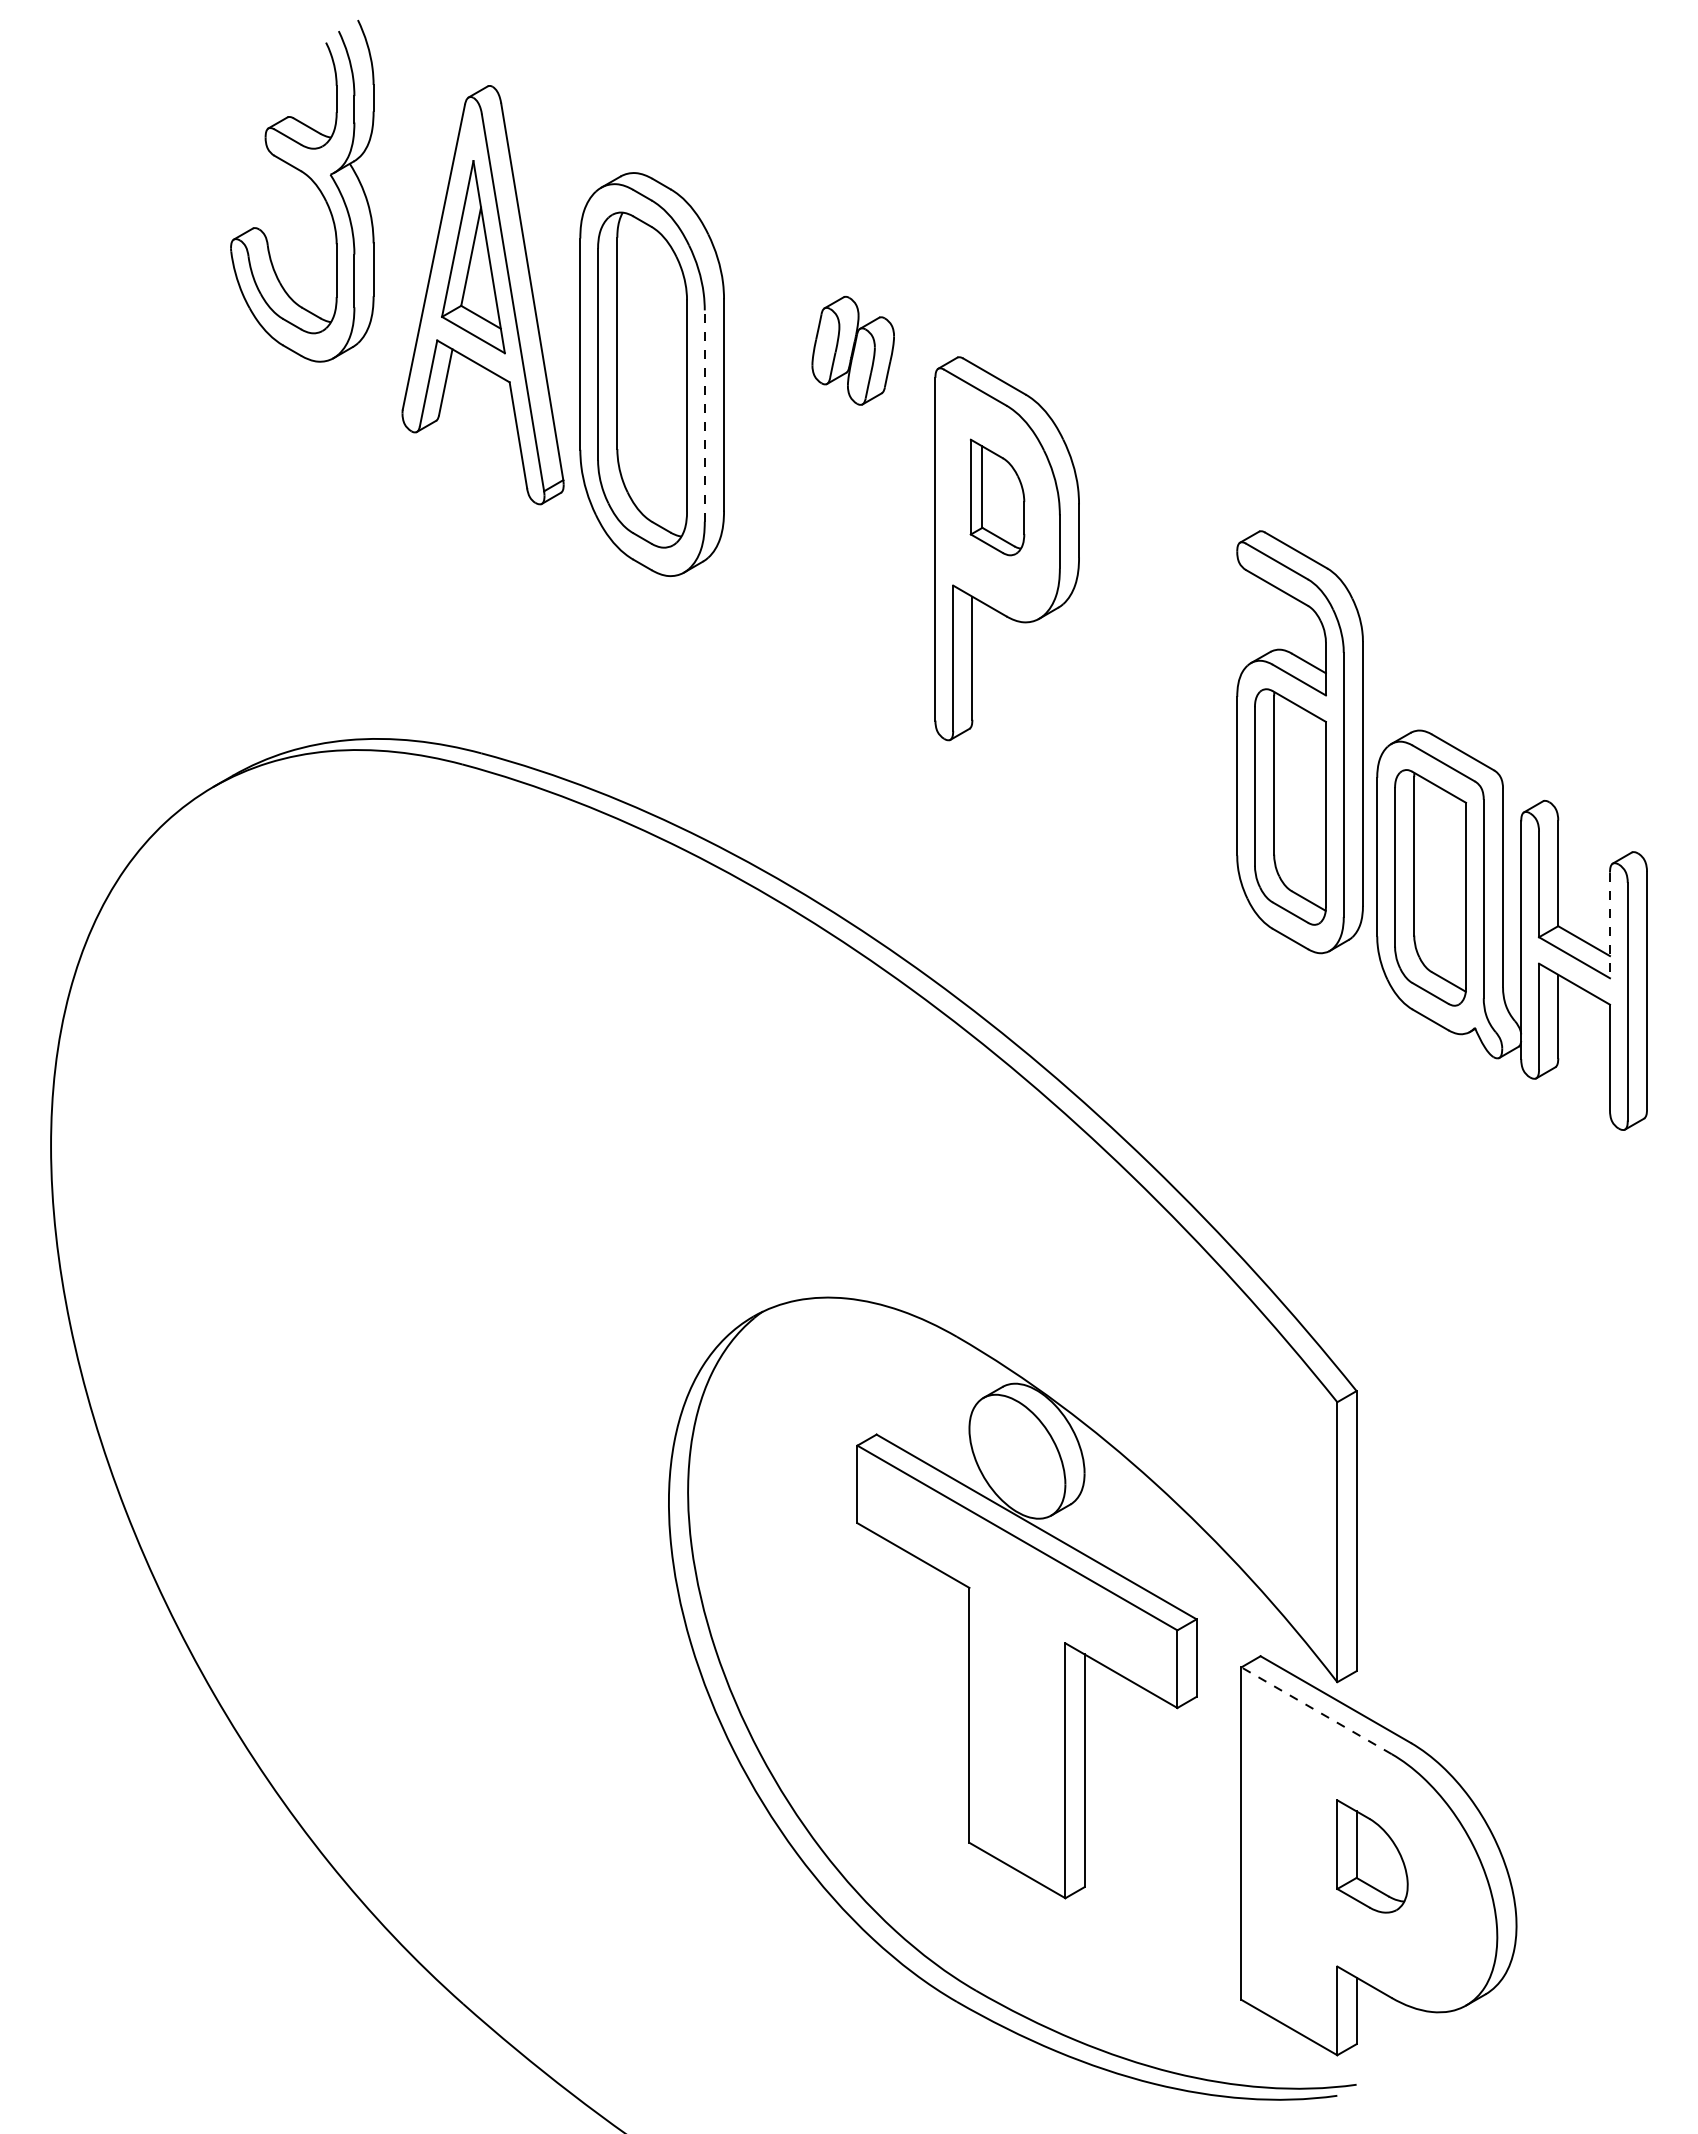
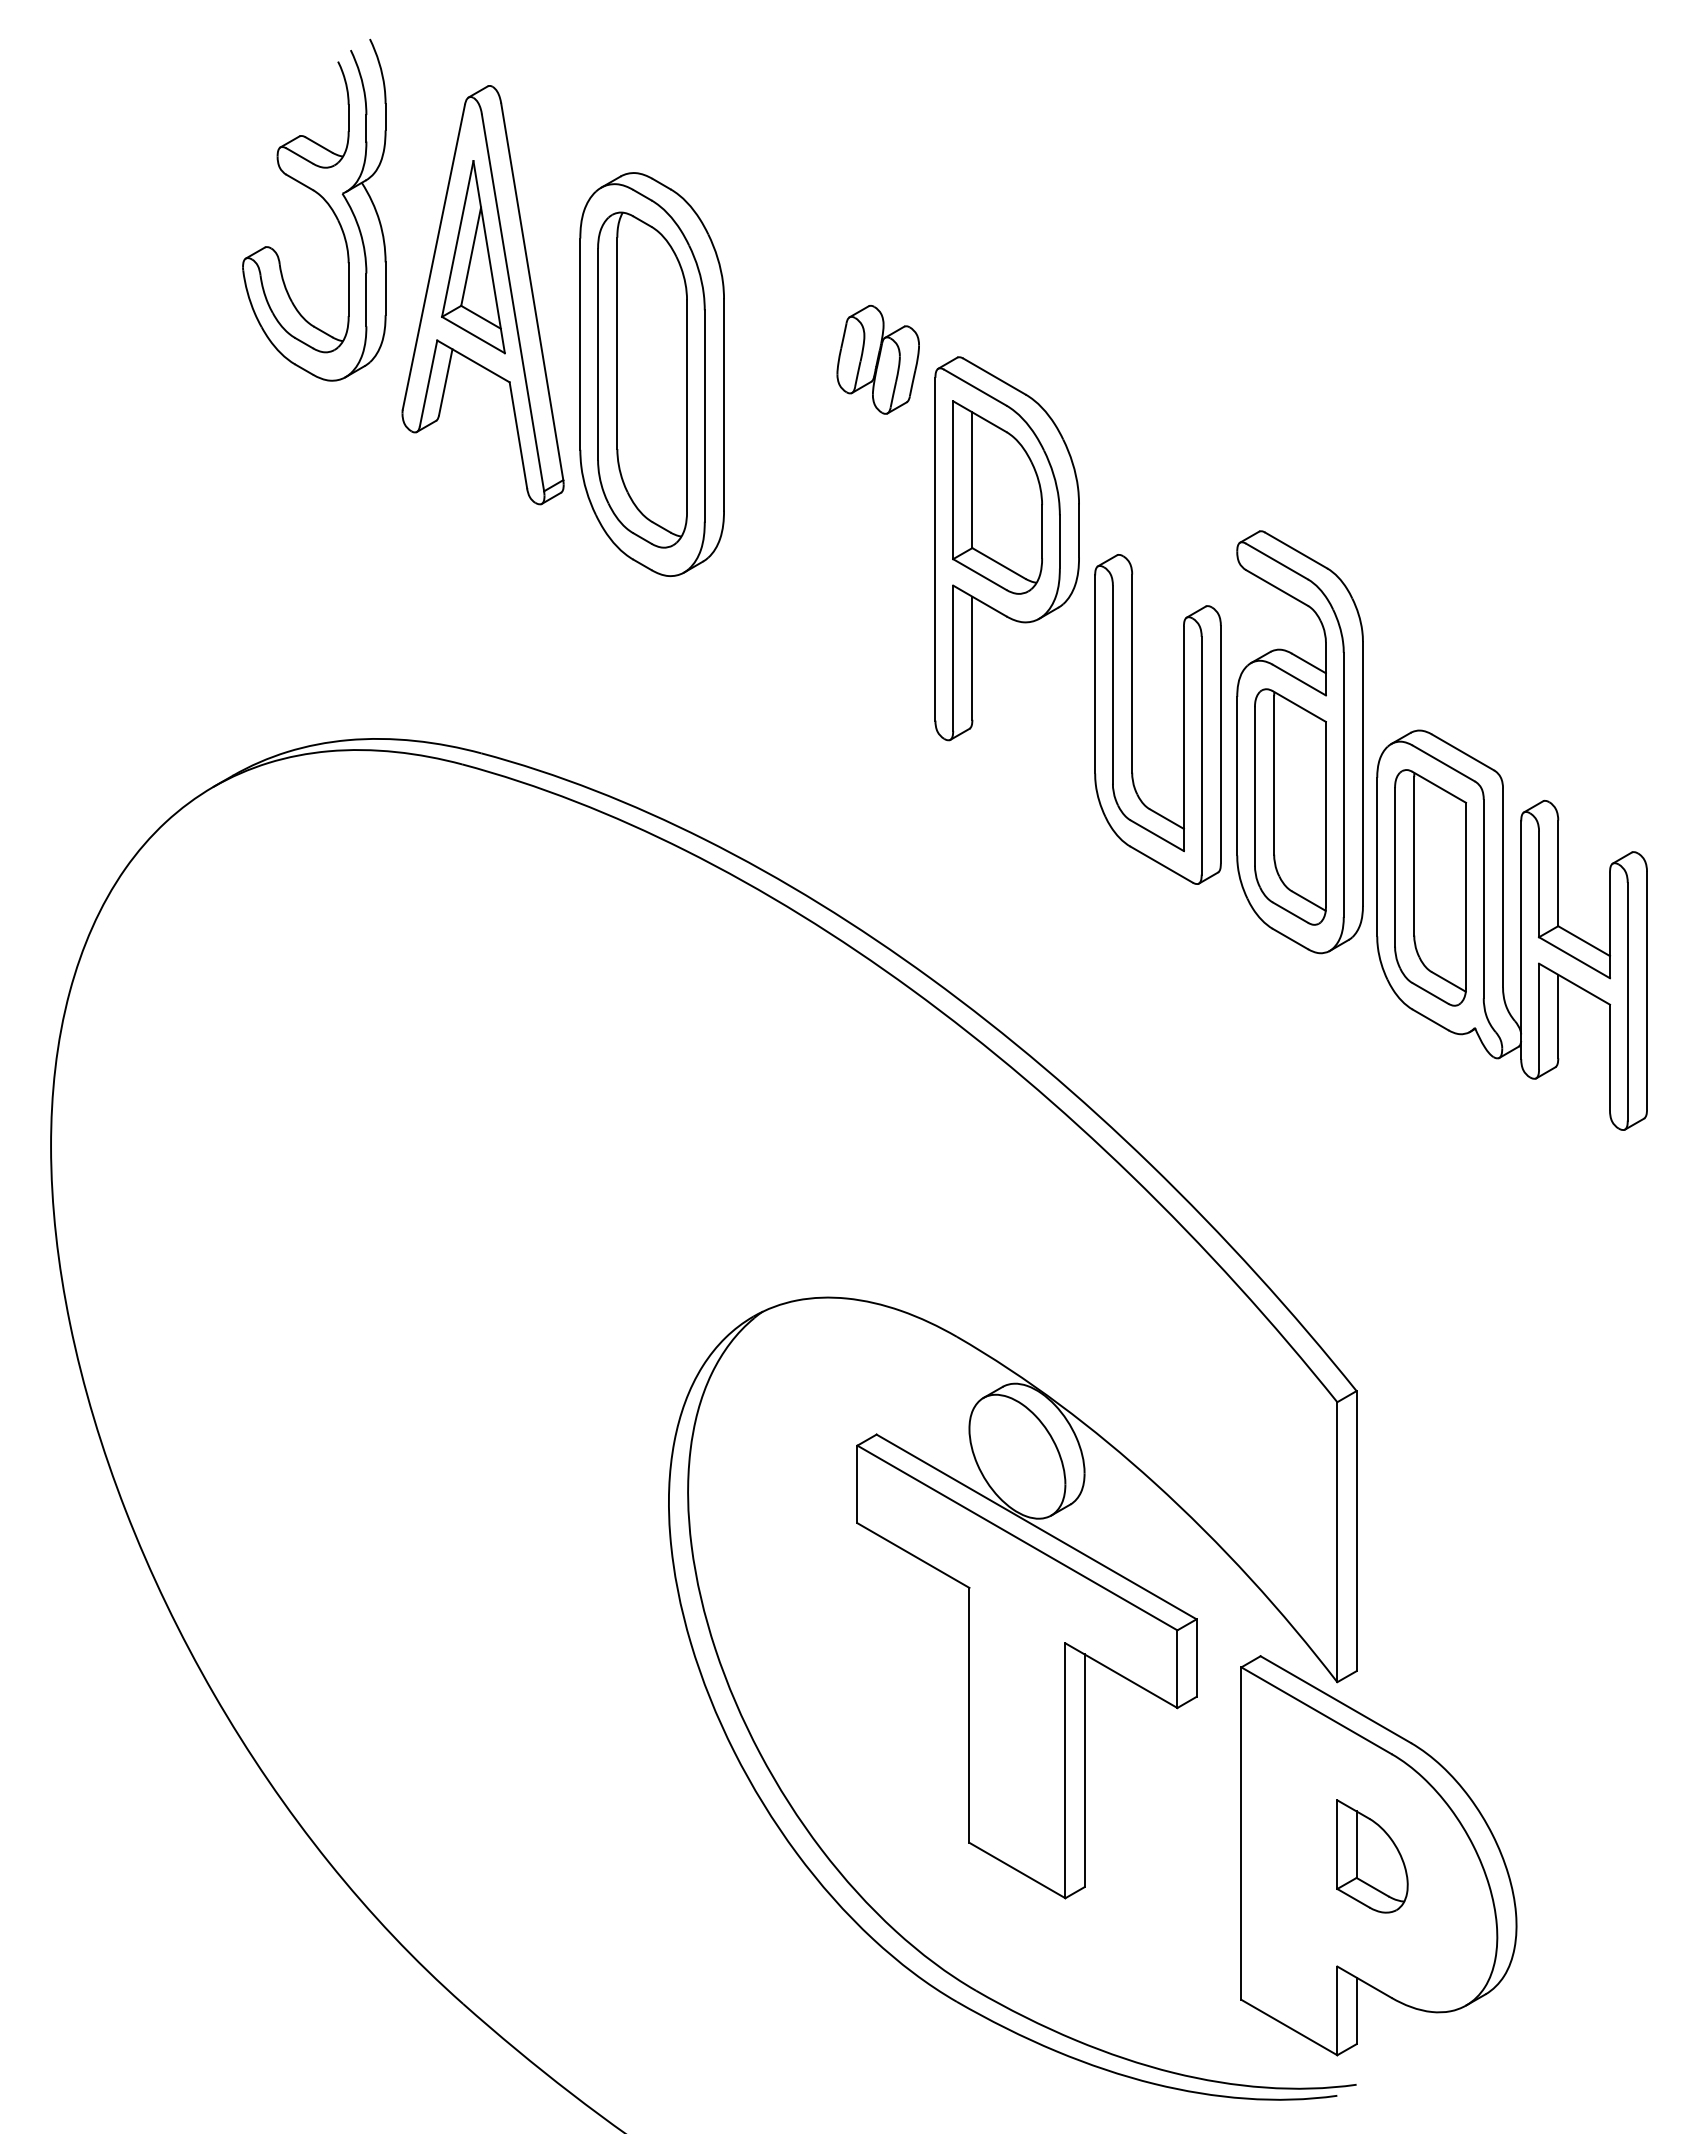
part at (312, 182) position: (312, 182) -> (324, 201)
part at (852, 350) position: (852, 350) -> (877, 359)
line at (704, 416): dashed -> solid
part at (997, 497) size: 57x119 px -> 91x195 px
part at (1132, 719): none -> present
line at (1610, 925): dashed -> solid
line at (1316, 1710): dashed -> solid
